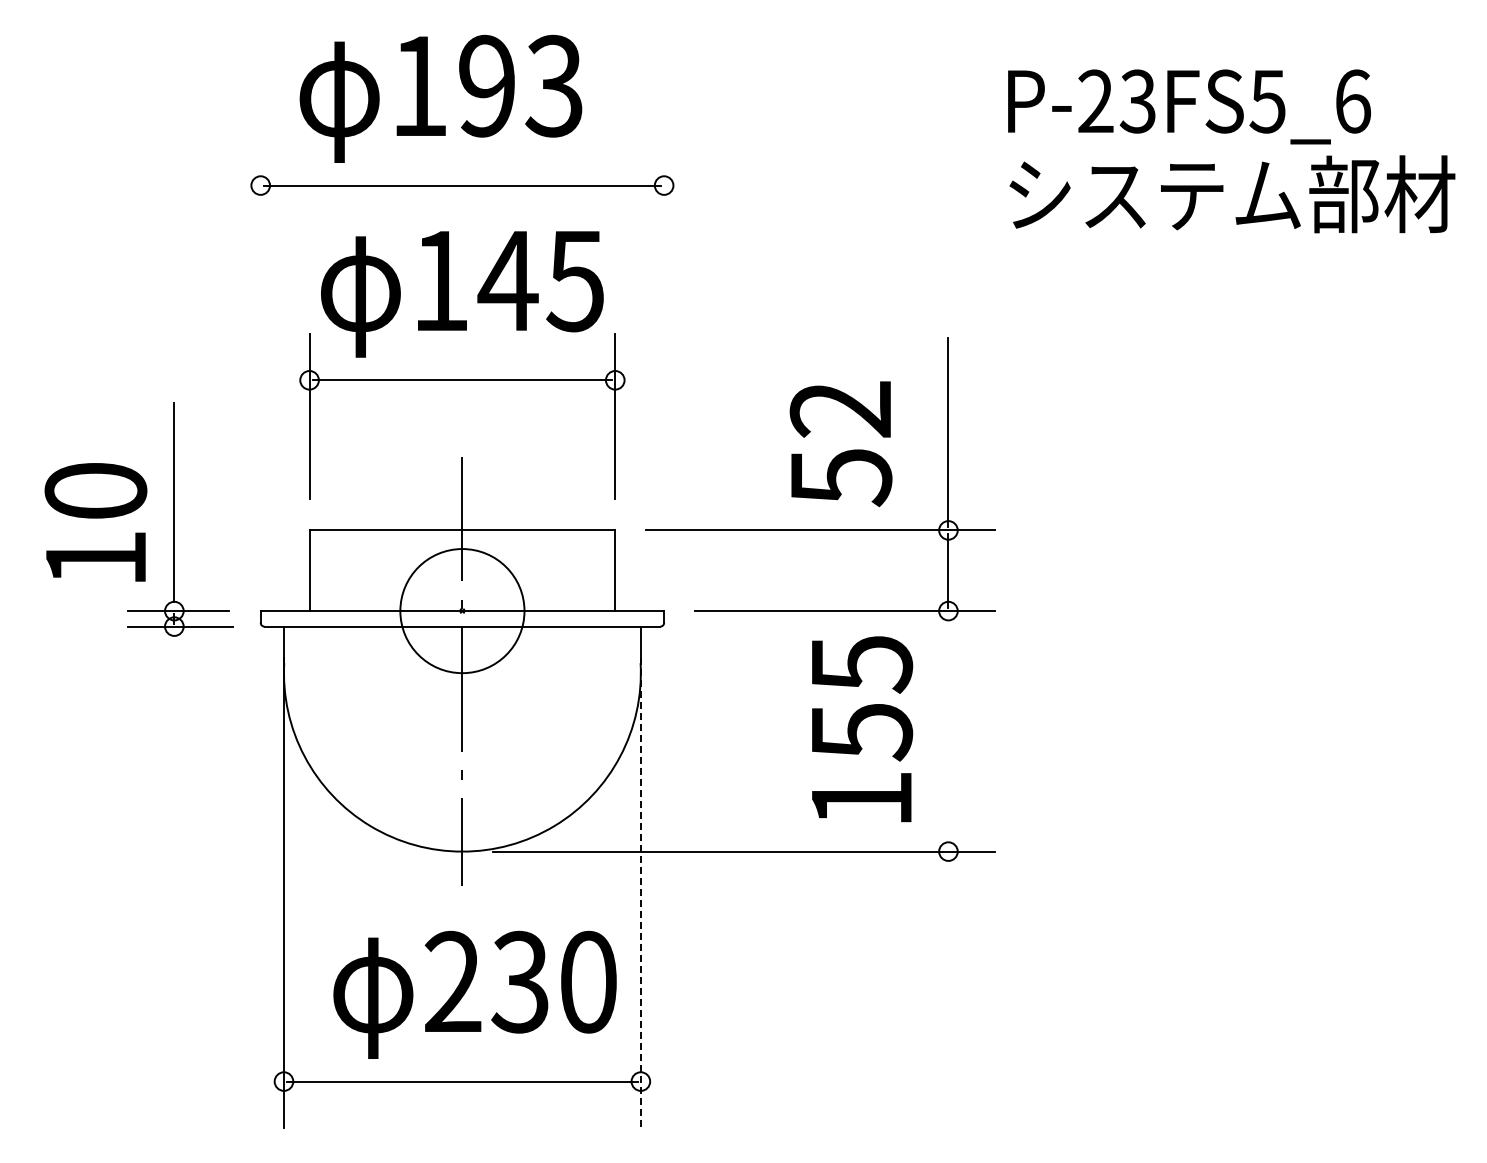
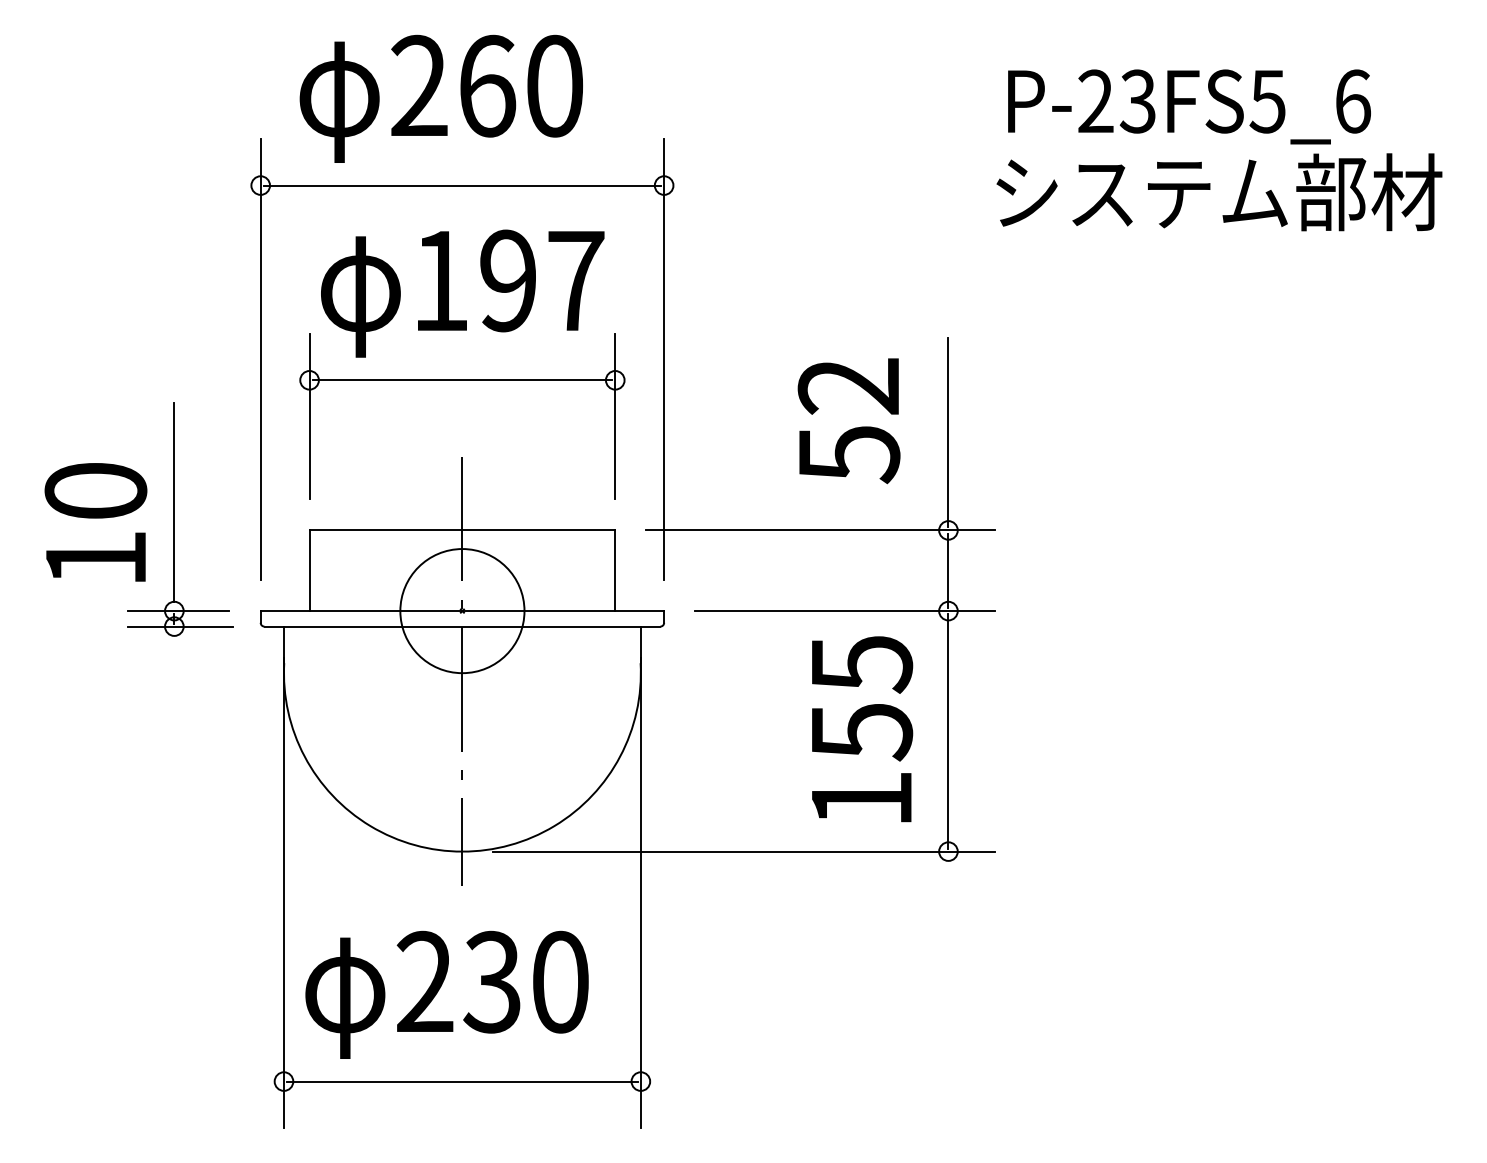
text at (487, 85): 193 -> 260
text at (1232, 194) position: (1232, 194) -> (1219, 192)
text at (540, 280): 145 -> 197
line at (260, 359): none -> present
line at (664, 359): none -> present
text at (840, 444) position: (840, 444) -> (848, 421)
line at (948, 731): none -> present
line at (640, 893): dashed -> solid
text at (474, 994) position: (474, 994) -> (446, 994)
